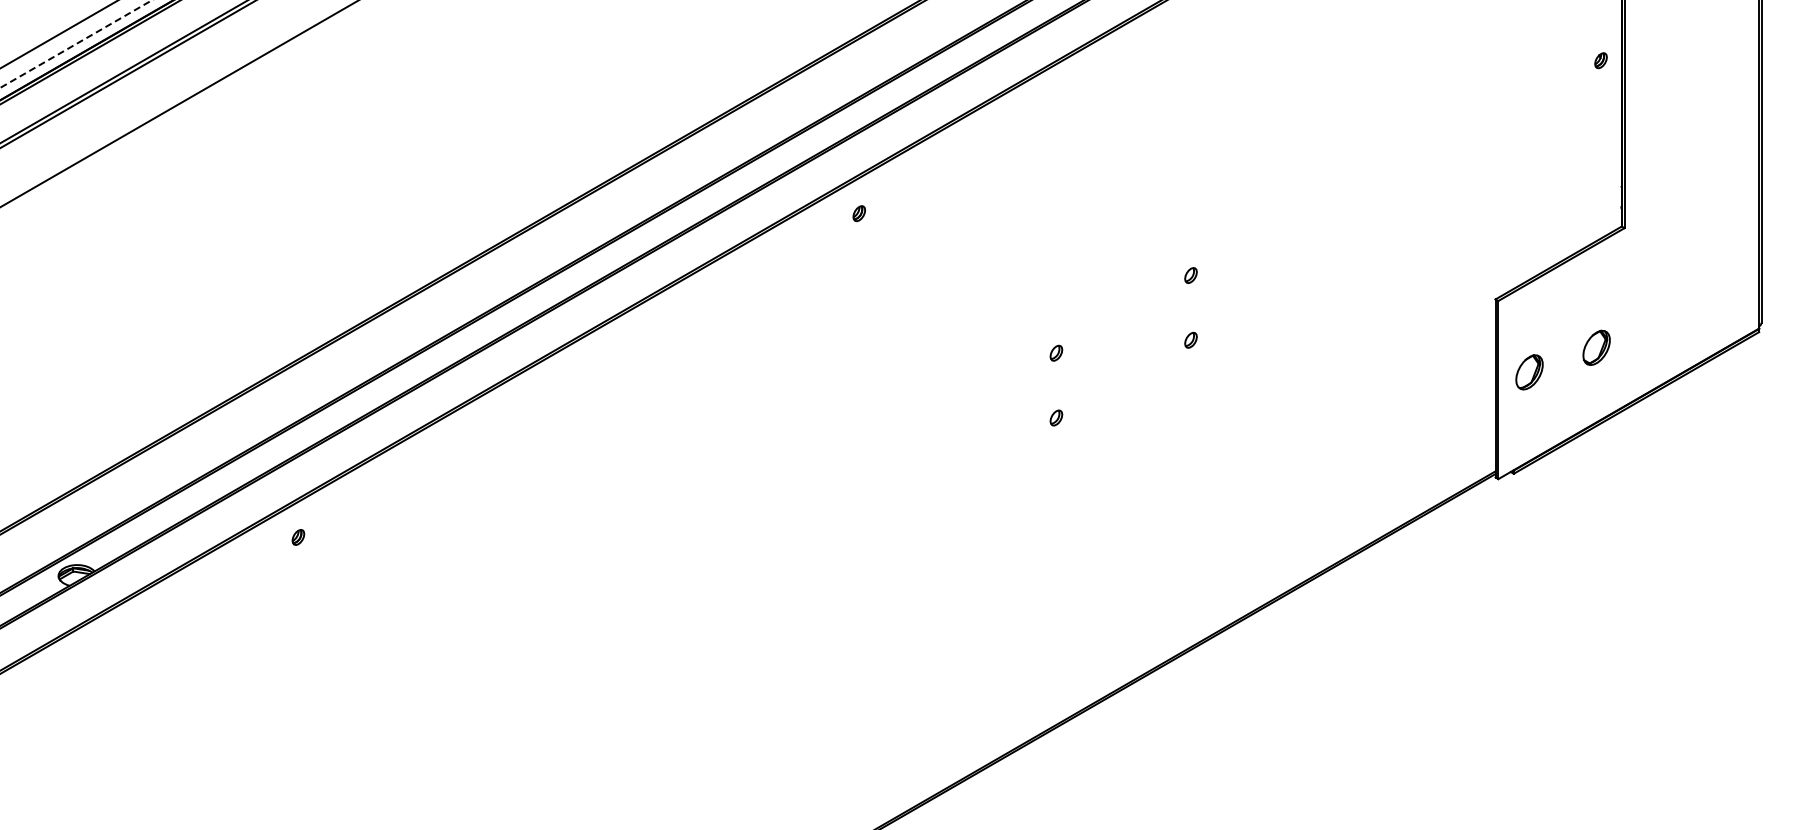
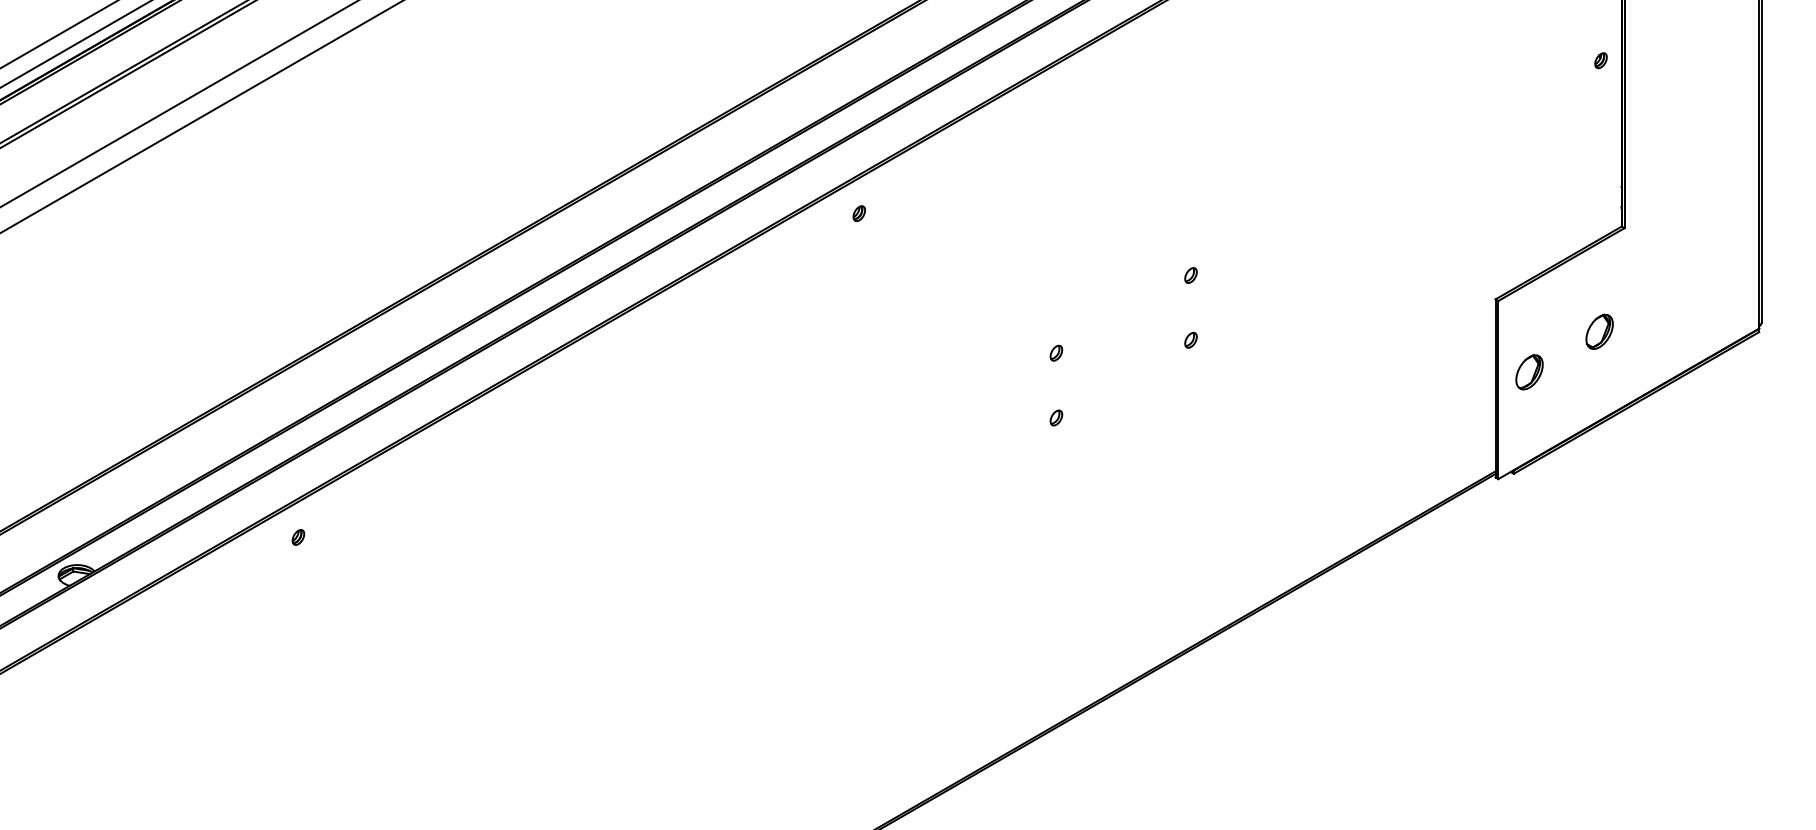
line at (76, 43): dashed -> solid
line at (201, 117): none -> present
part at (1596, 347) position: (1596, 347) -> (1599, 331)
